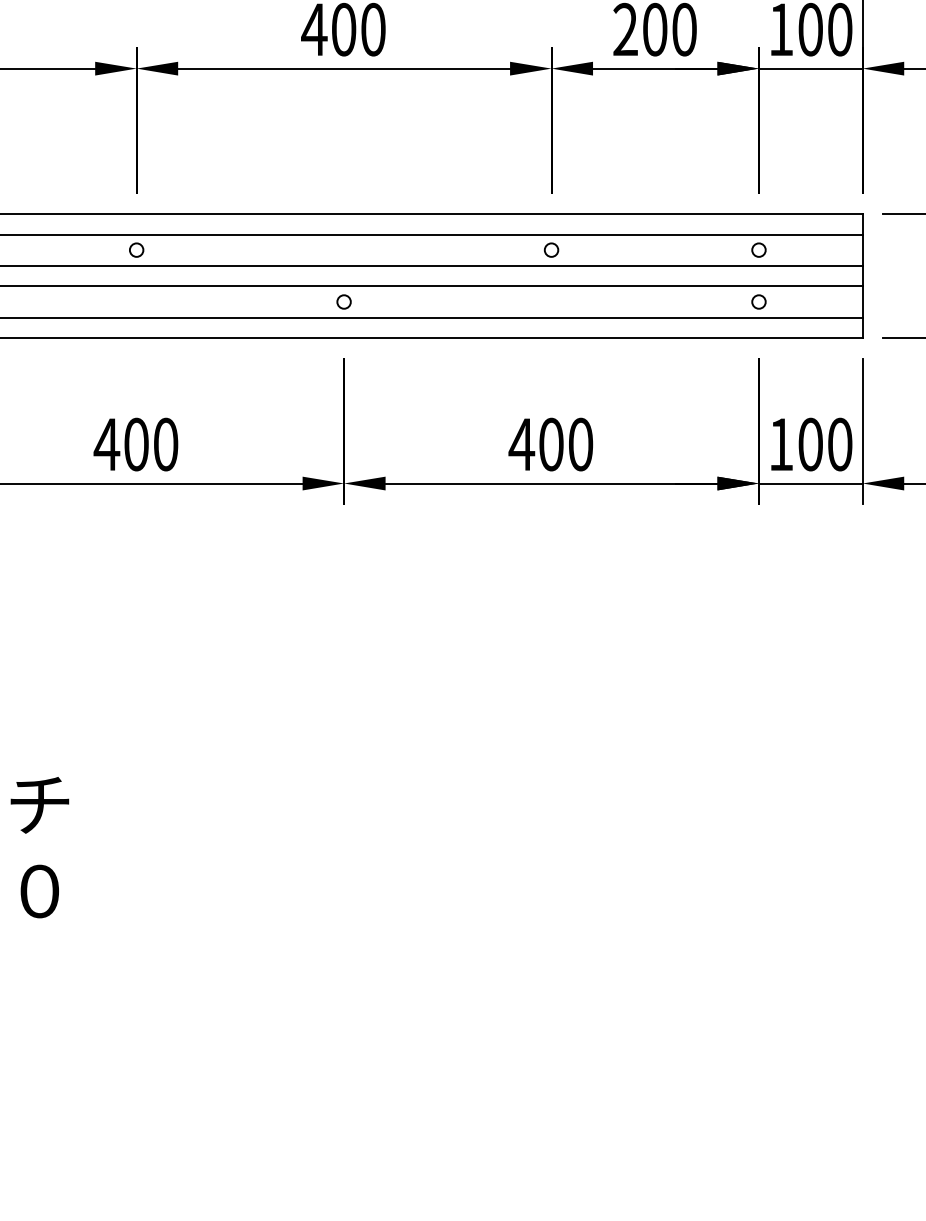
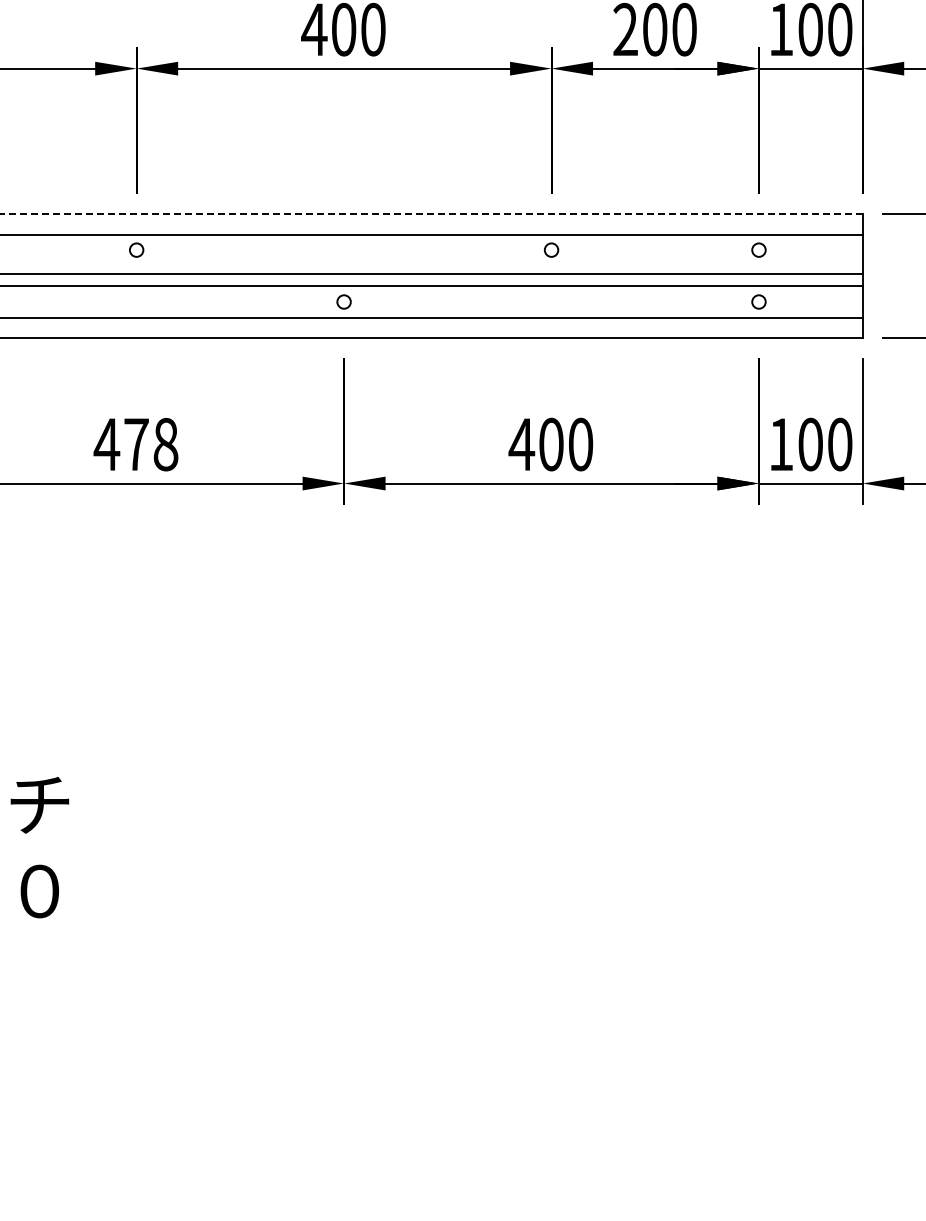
line at (431, 213): solid -> dashed
line at (432, 265) position: (432, 265) -> (432, 273)
text at (151, 444): 400 -> 478
